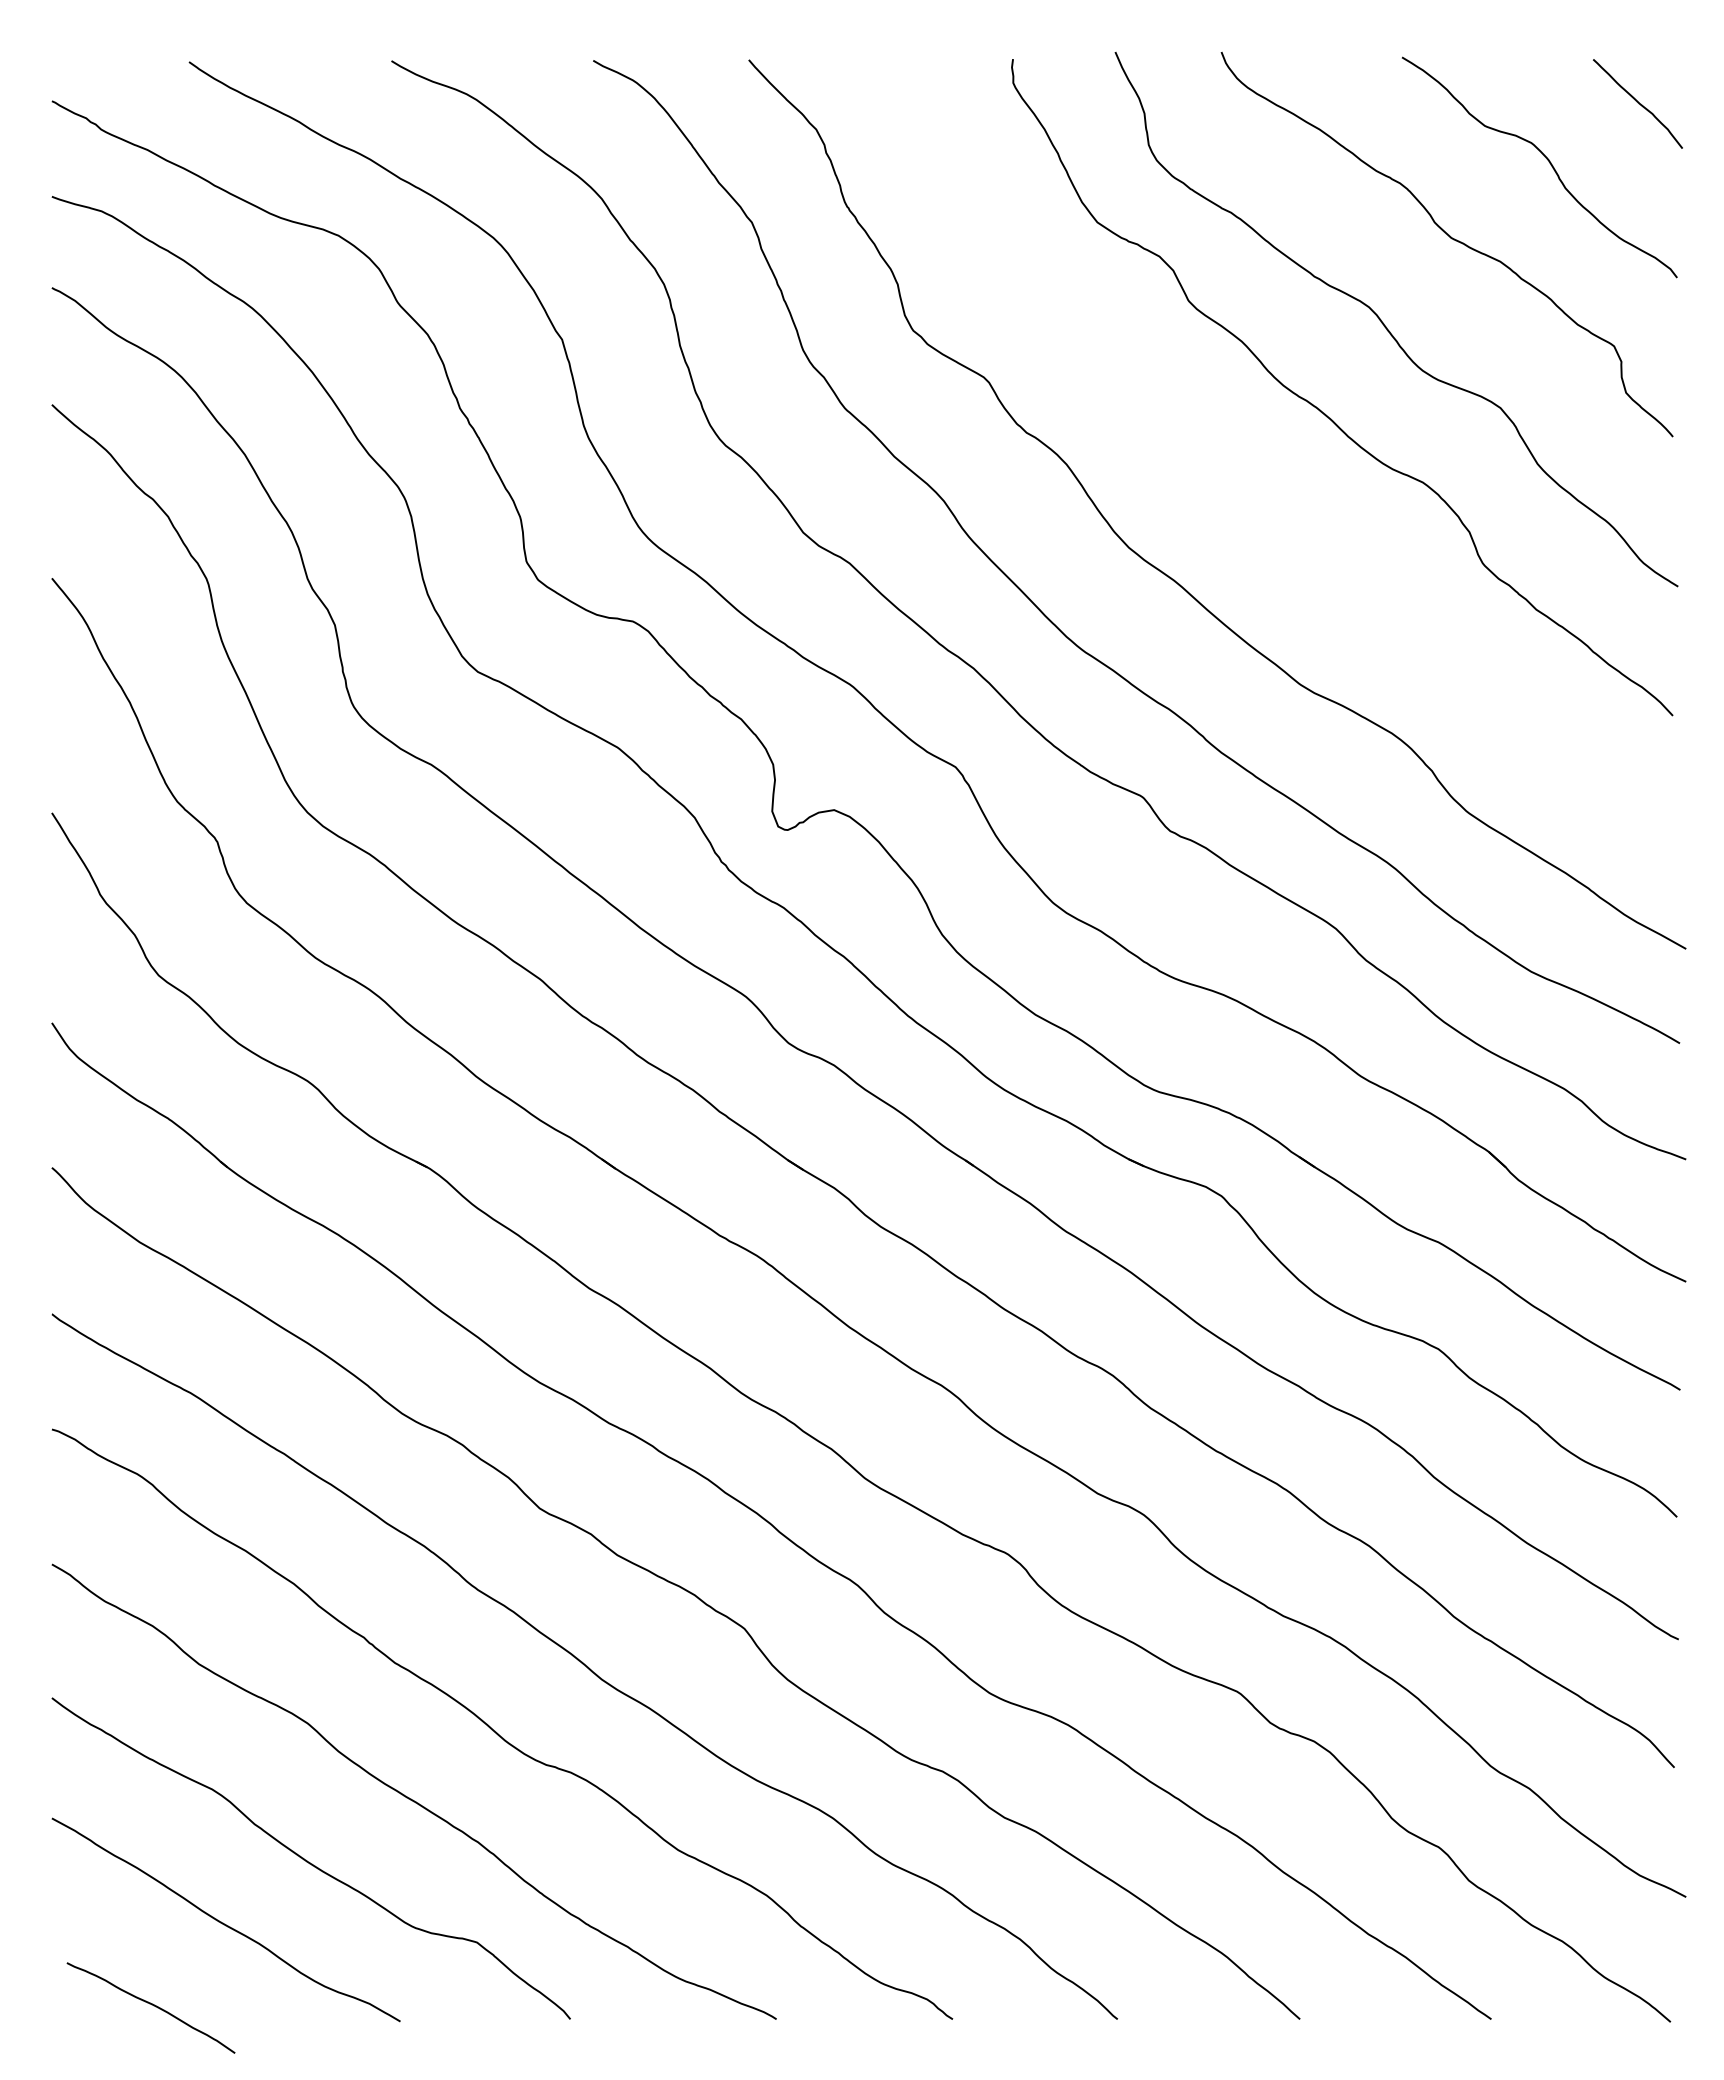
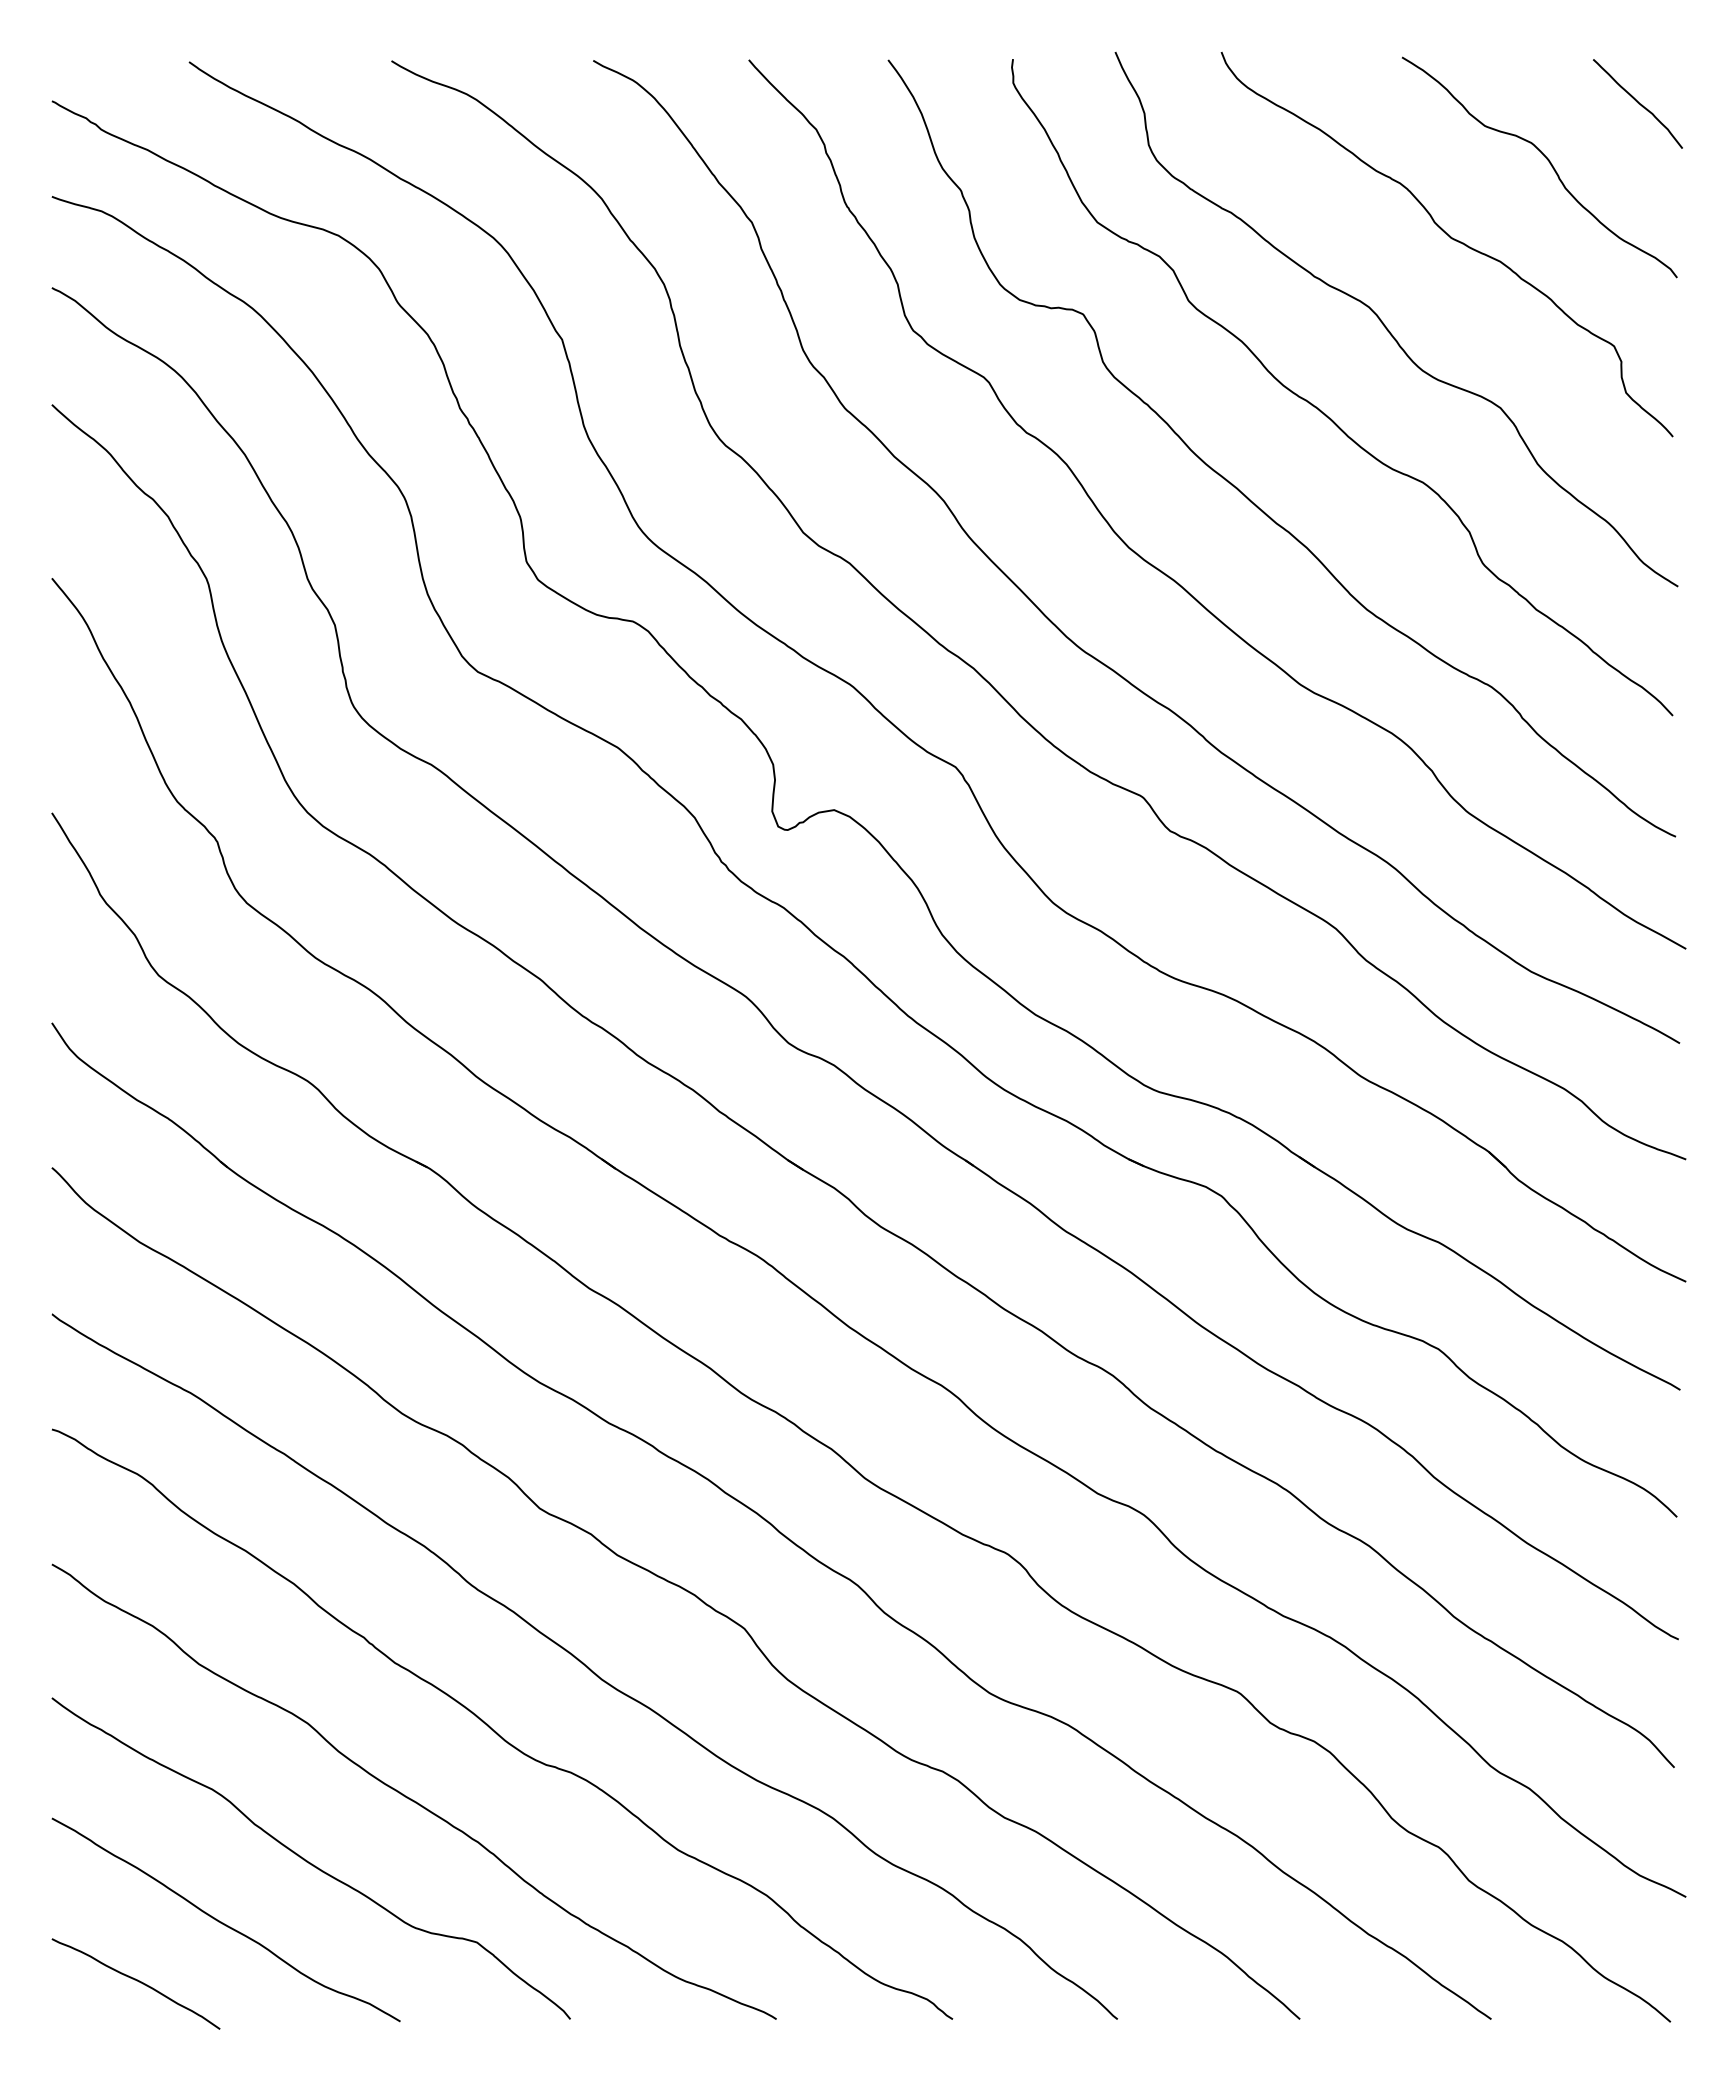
curve at (1245, 494): none -> present
curve at (151, 2005) position: (151, 2005) -> (136, 1981)
